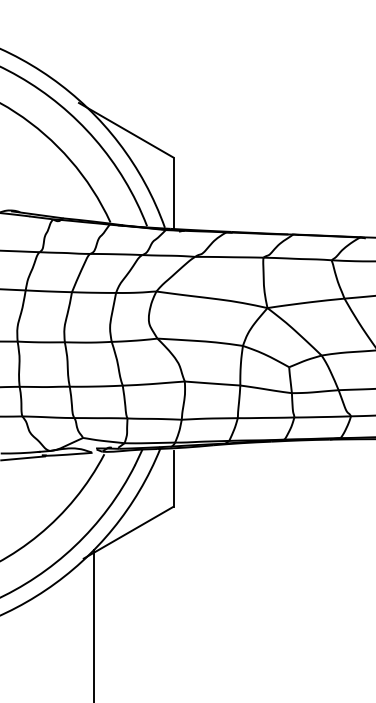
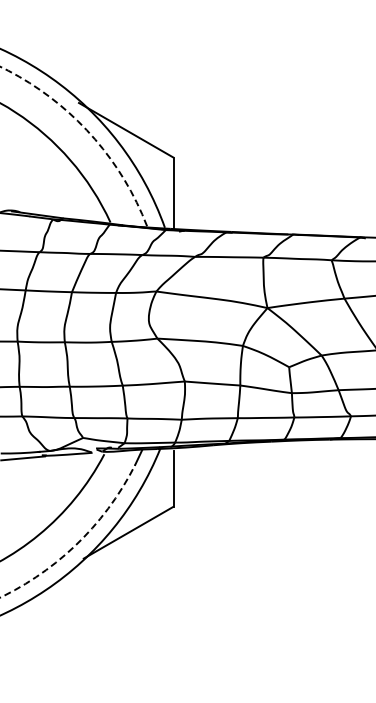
arc at (13, 73): solid -> dashed
line at (94, 624): present -> none
